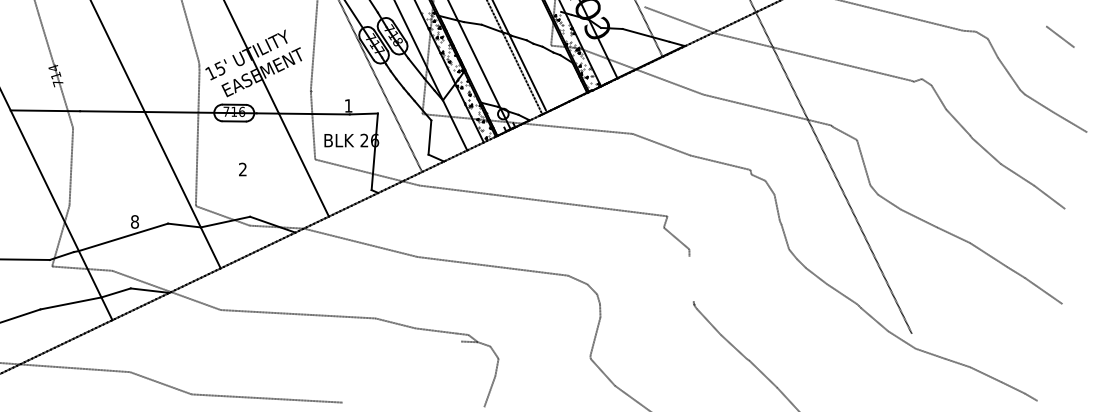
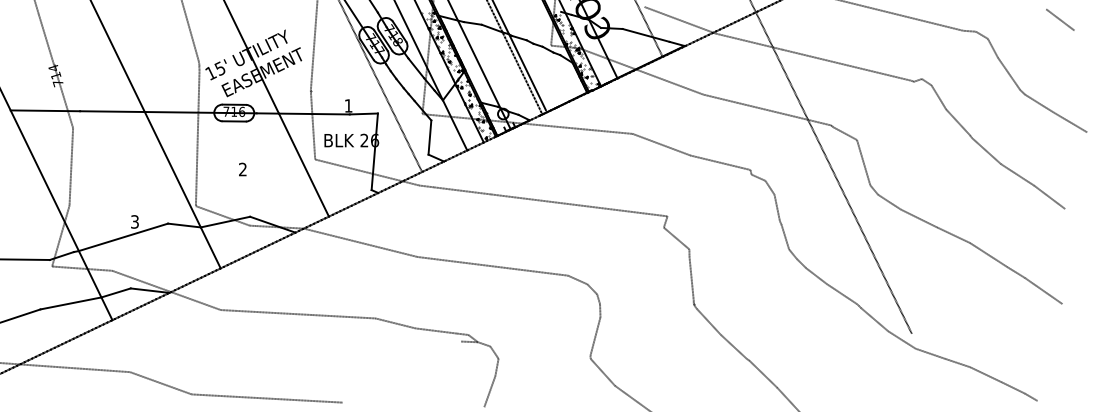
line at (1060, 36) position: (1060, 36) -> (1060, 19)
text at (134, 221): 8 -> 3
line at (691, 278): none -> present
